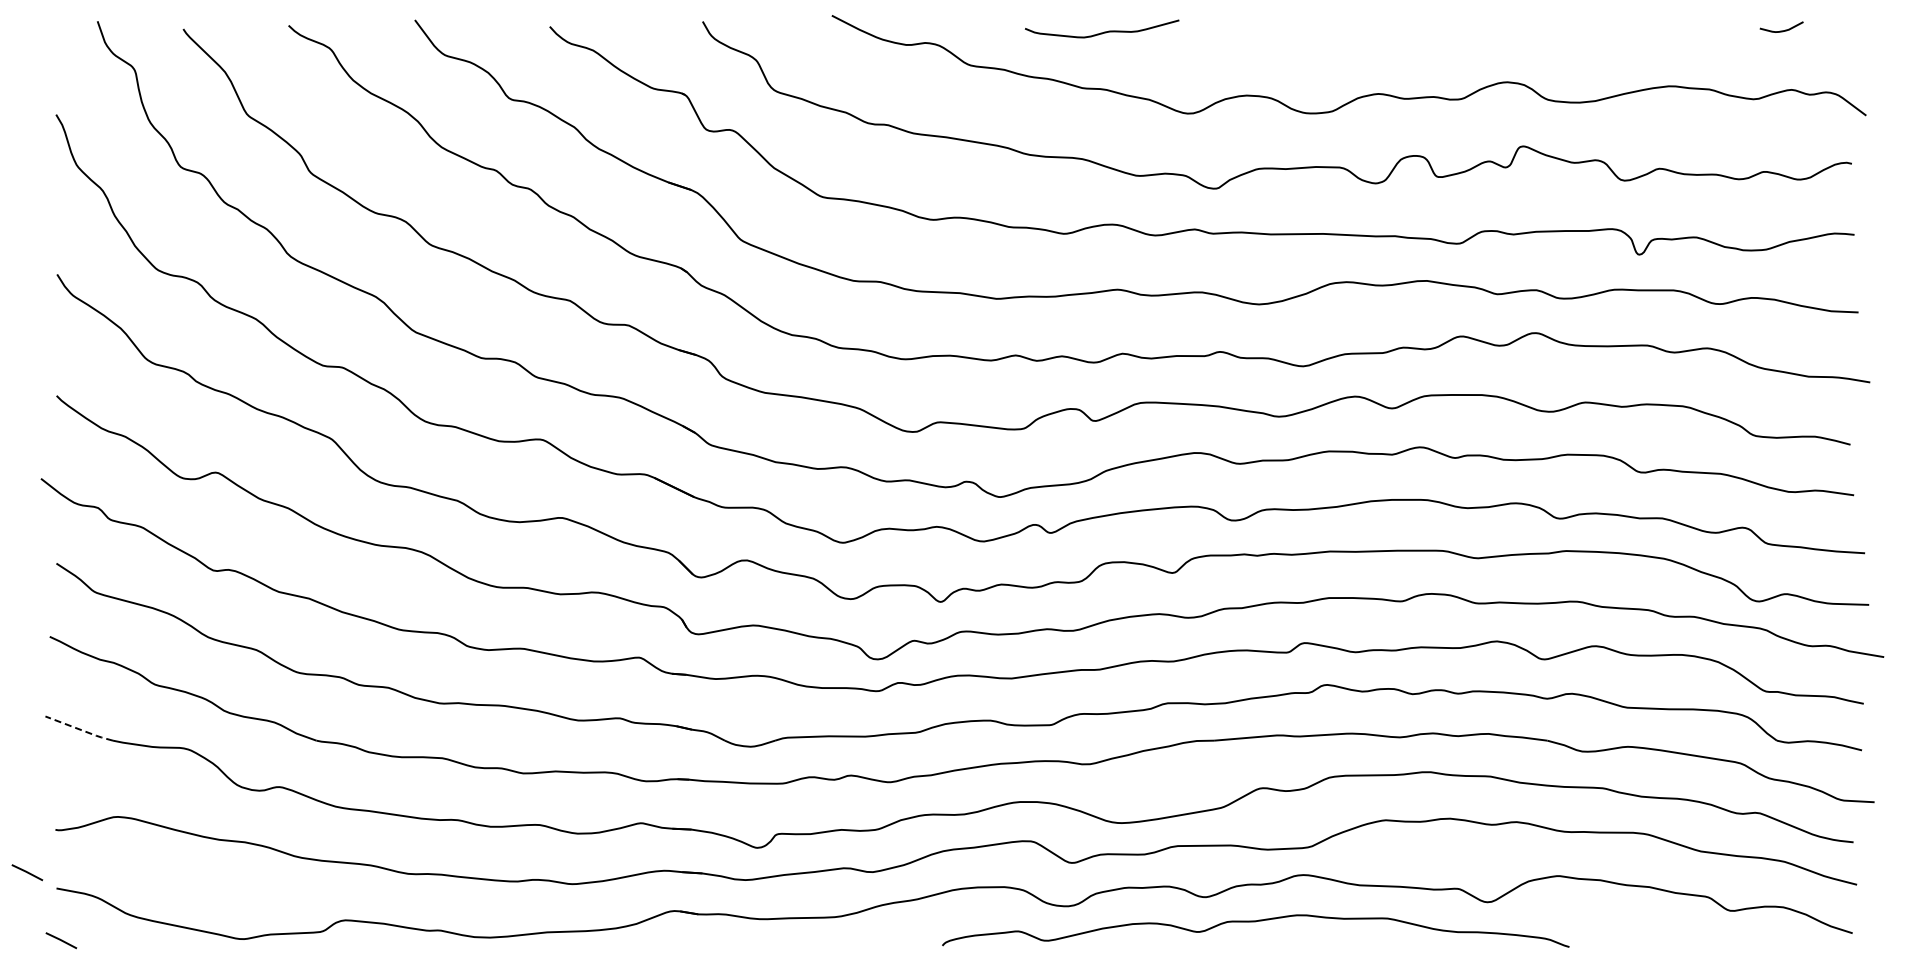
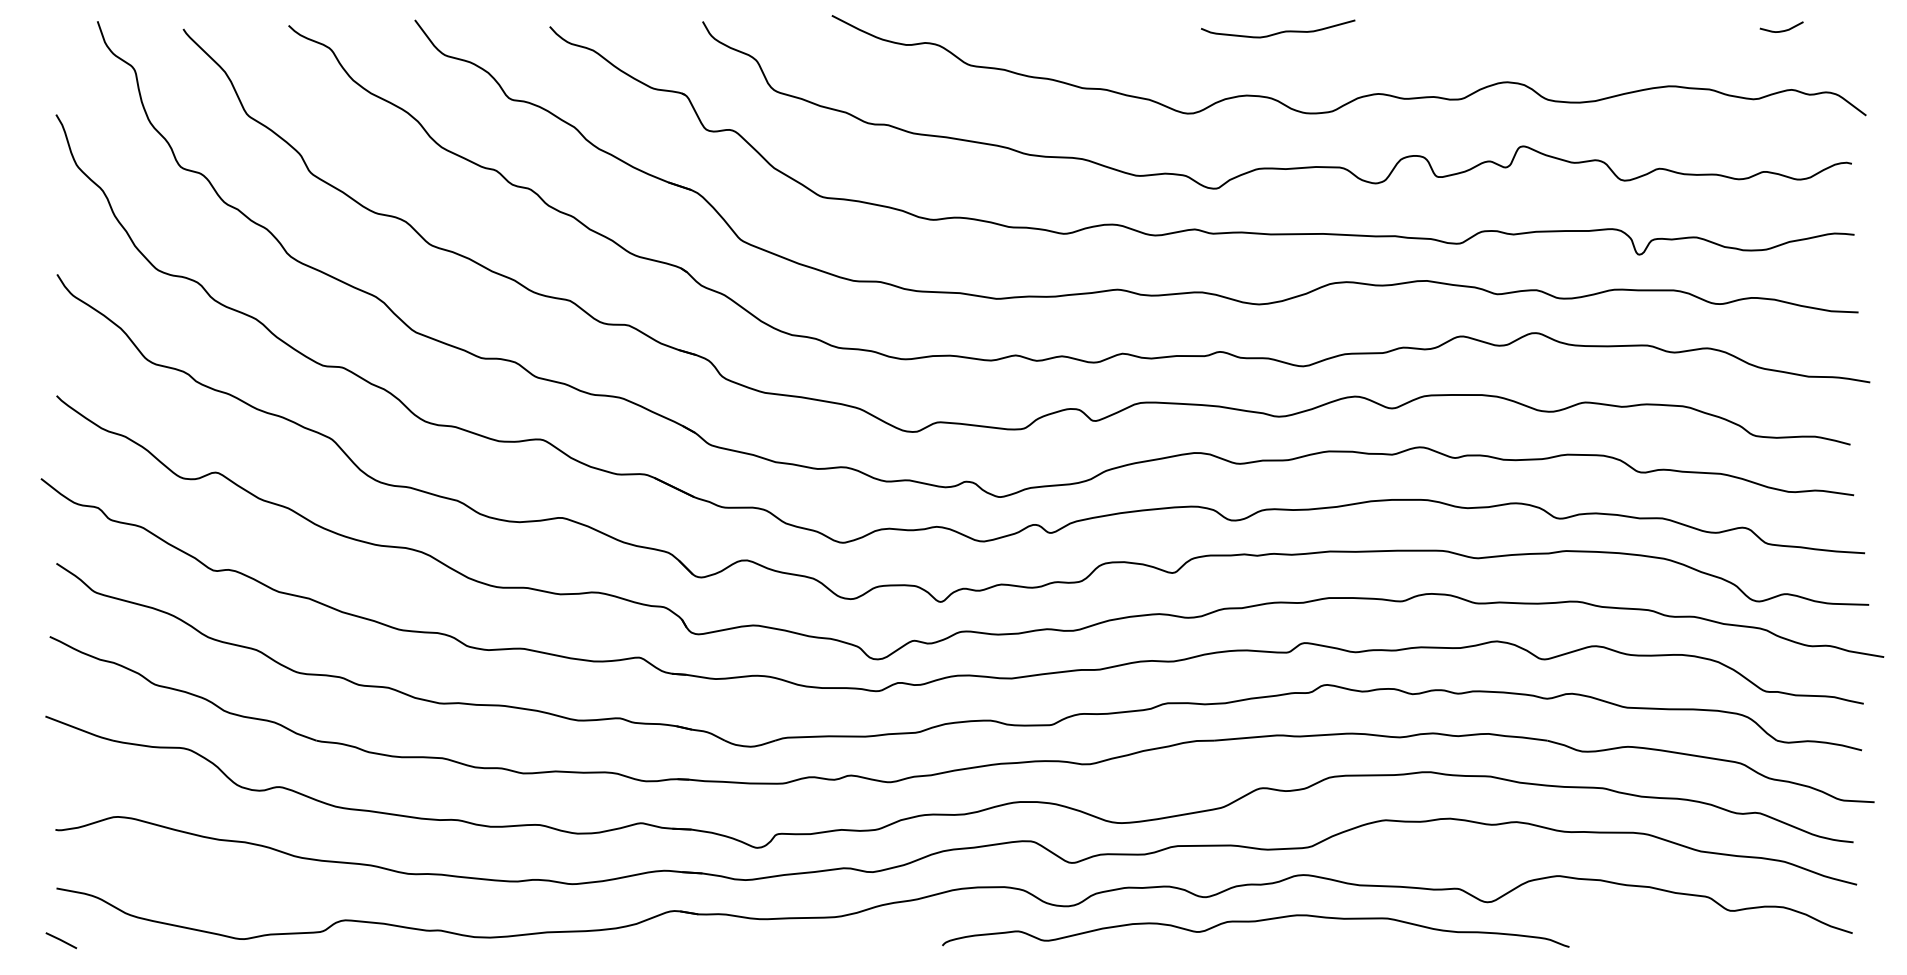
curve at (1104, 31) position: (1104, 31) -> (1280, 31)
line at (79, 729): dashed -> solid
line at (27, 872): present -> none
